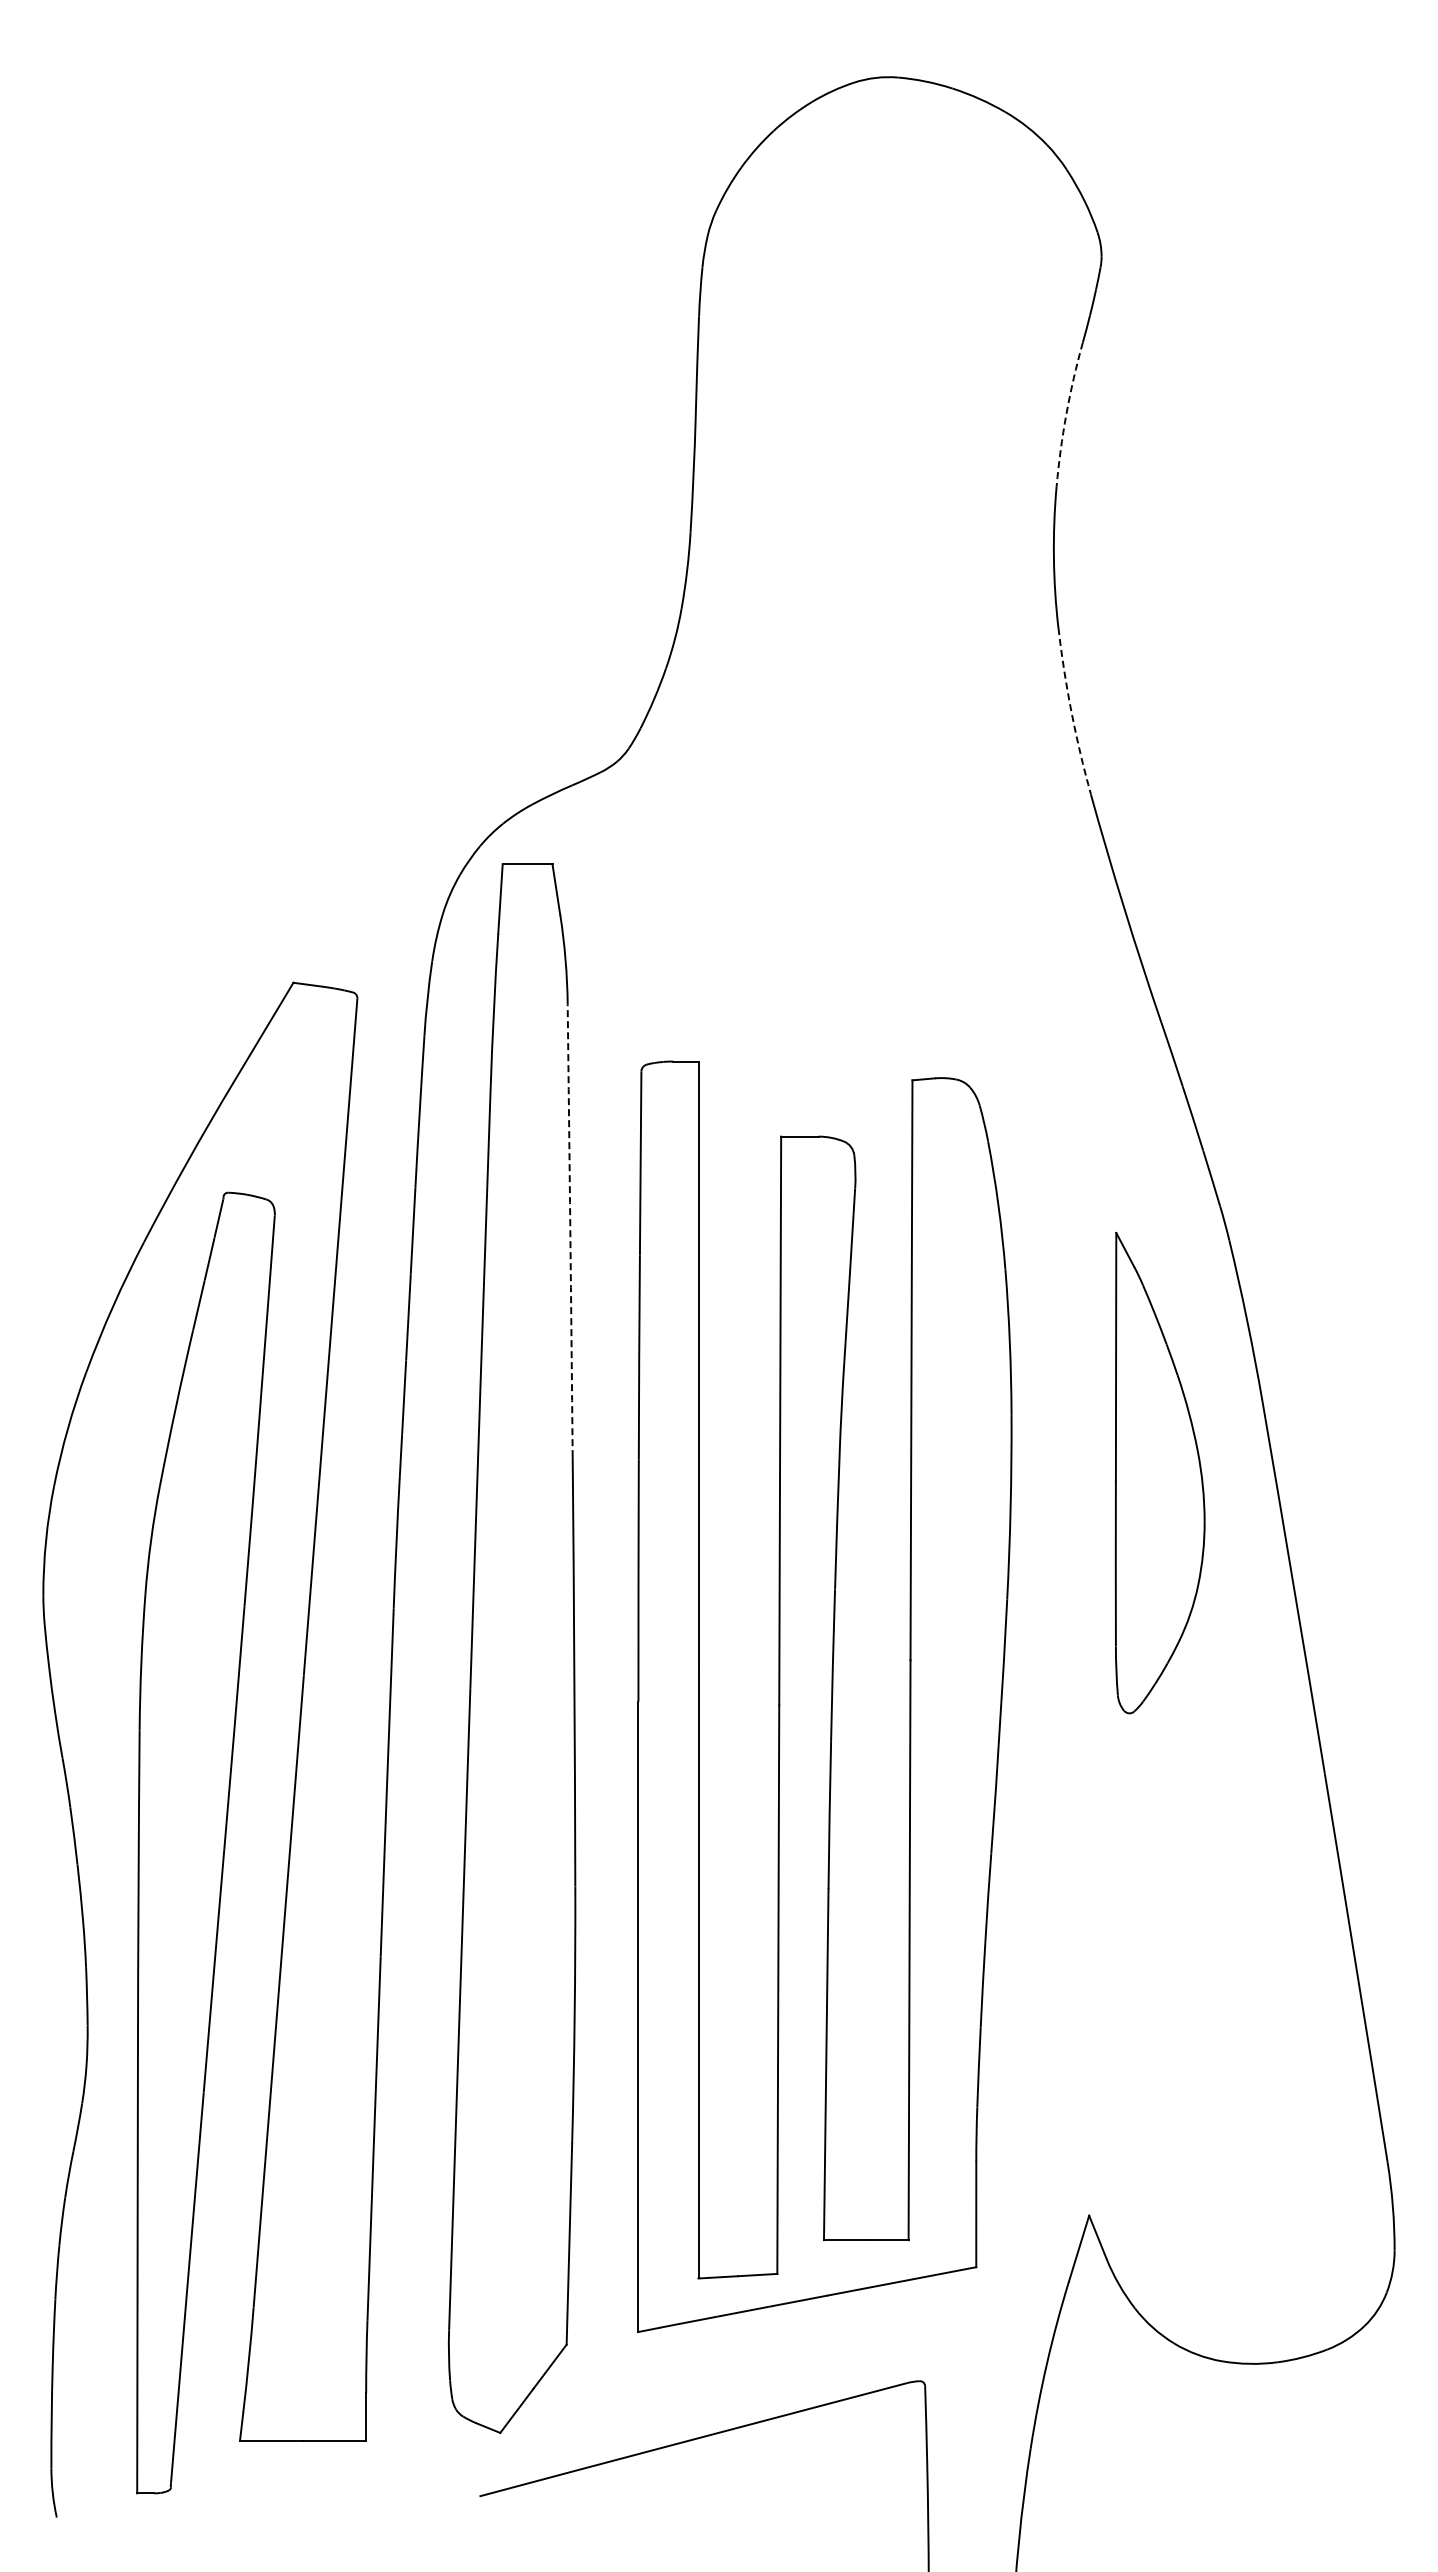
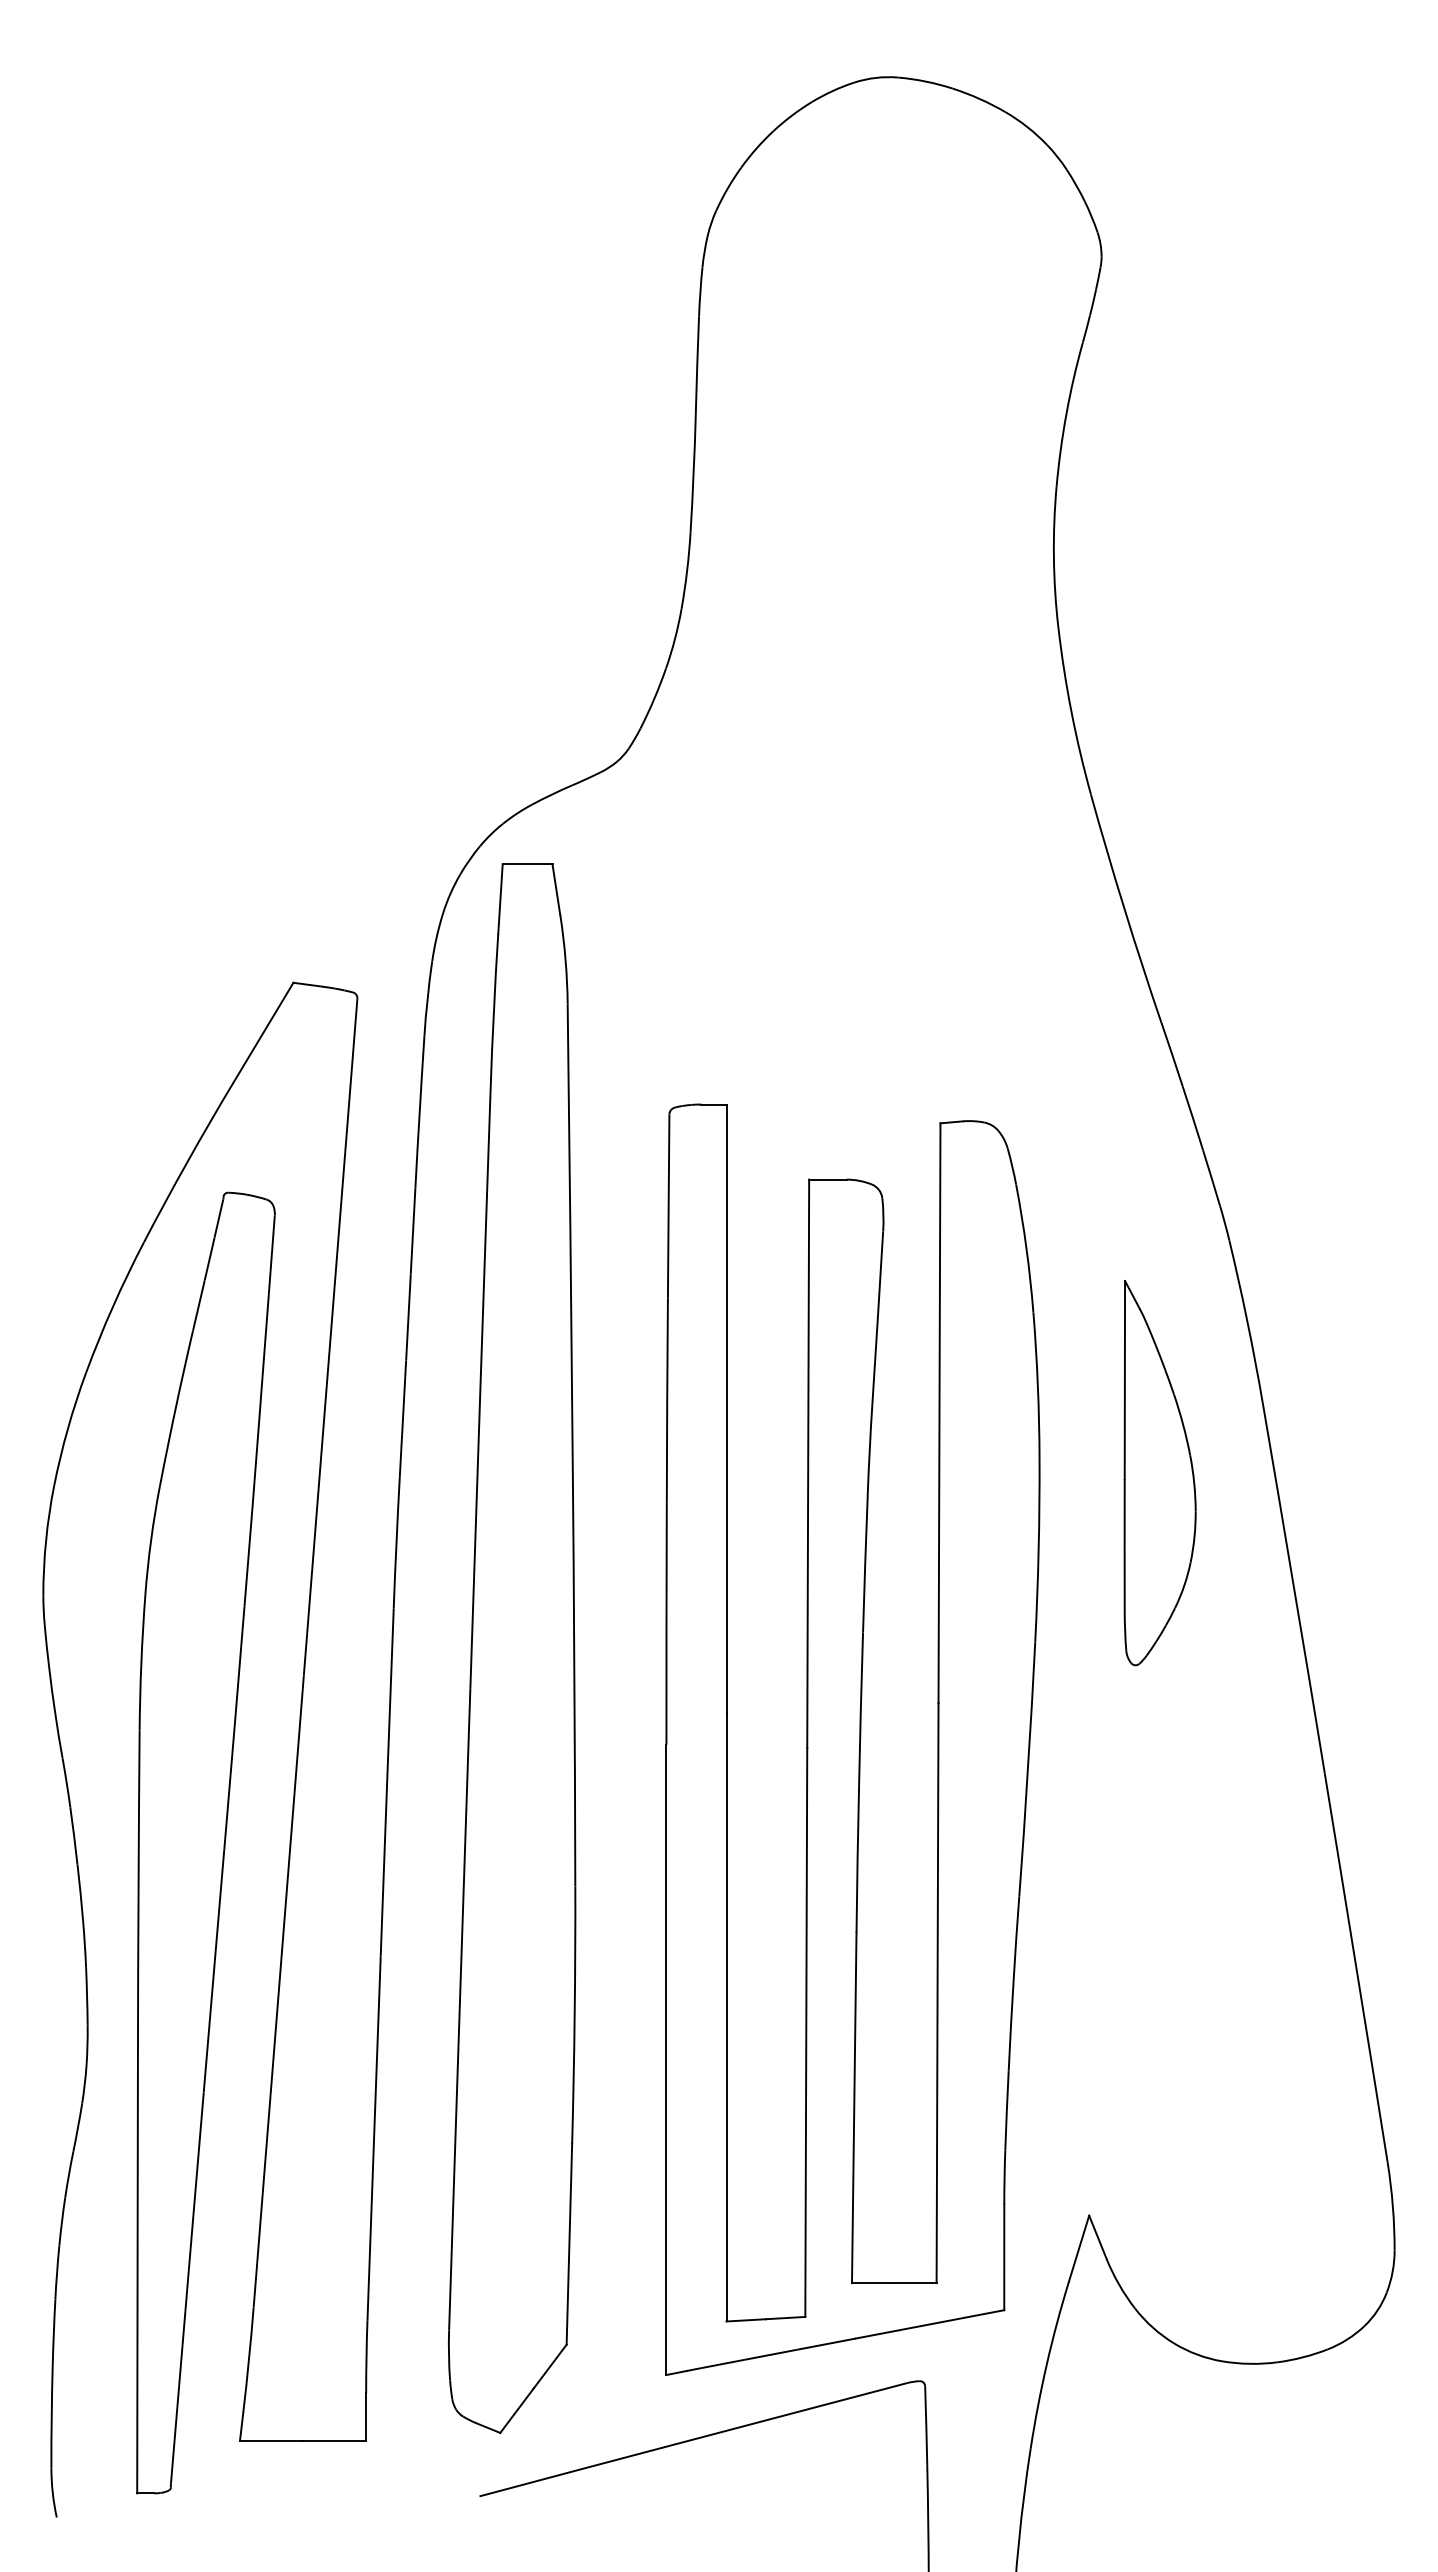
arc at (1066, 414): dashed -> solid
arc at (1071, 711): dashed -> solid
arc at (570, 1230): dashed -> solid
part at (1159, 1472) size: 92x484 px -> 74x388 px
part at (824, 1696) position: (824, 1696) -> (852, 1739)
